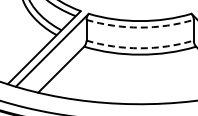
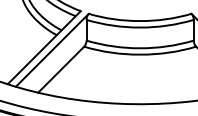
arc at (140, 27): dashed -> solid
arc at (140, 48): dashed -> solid
